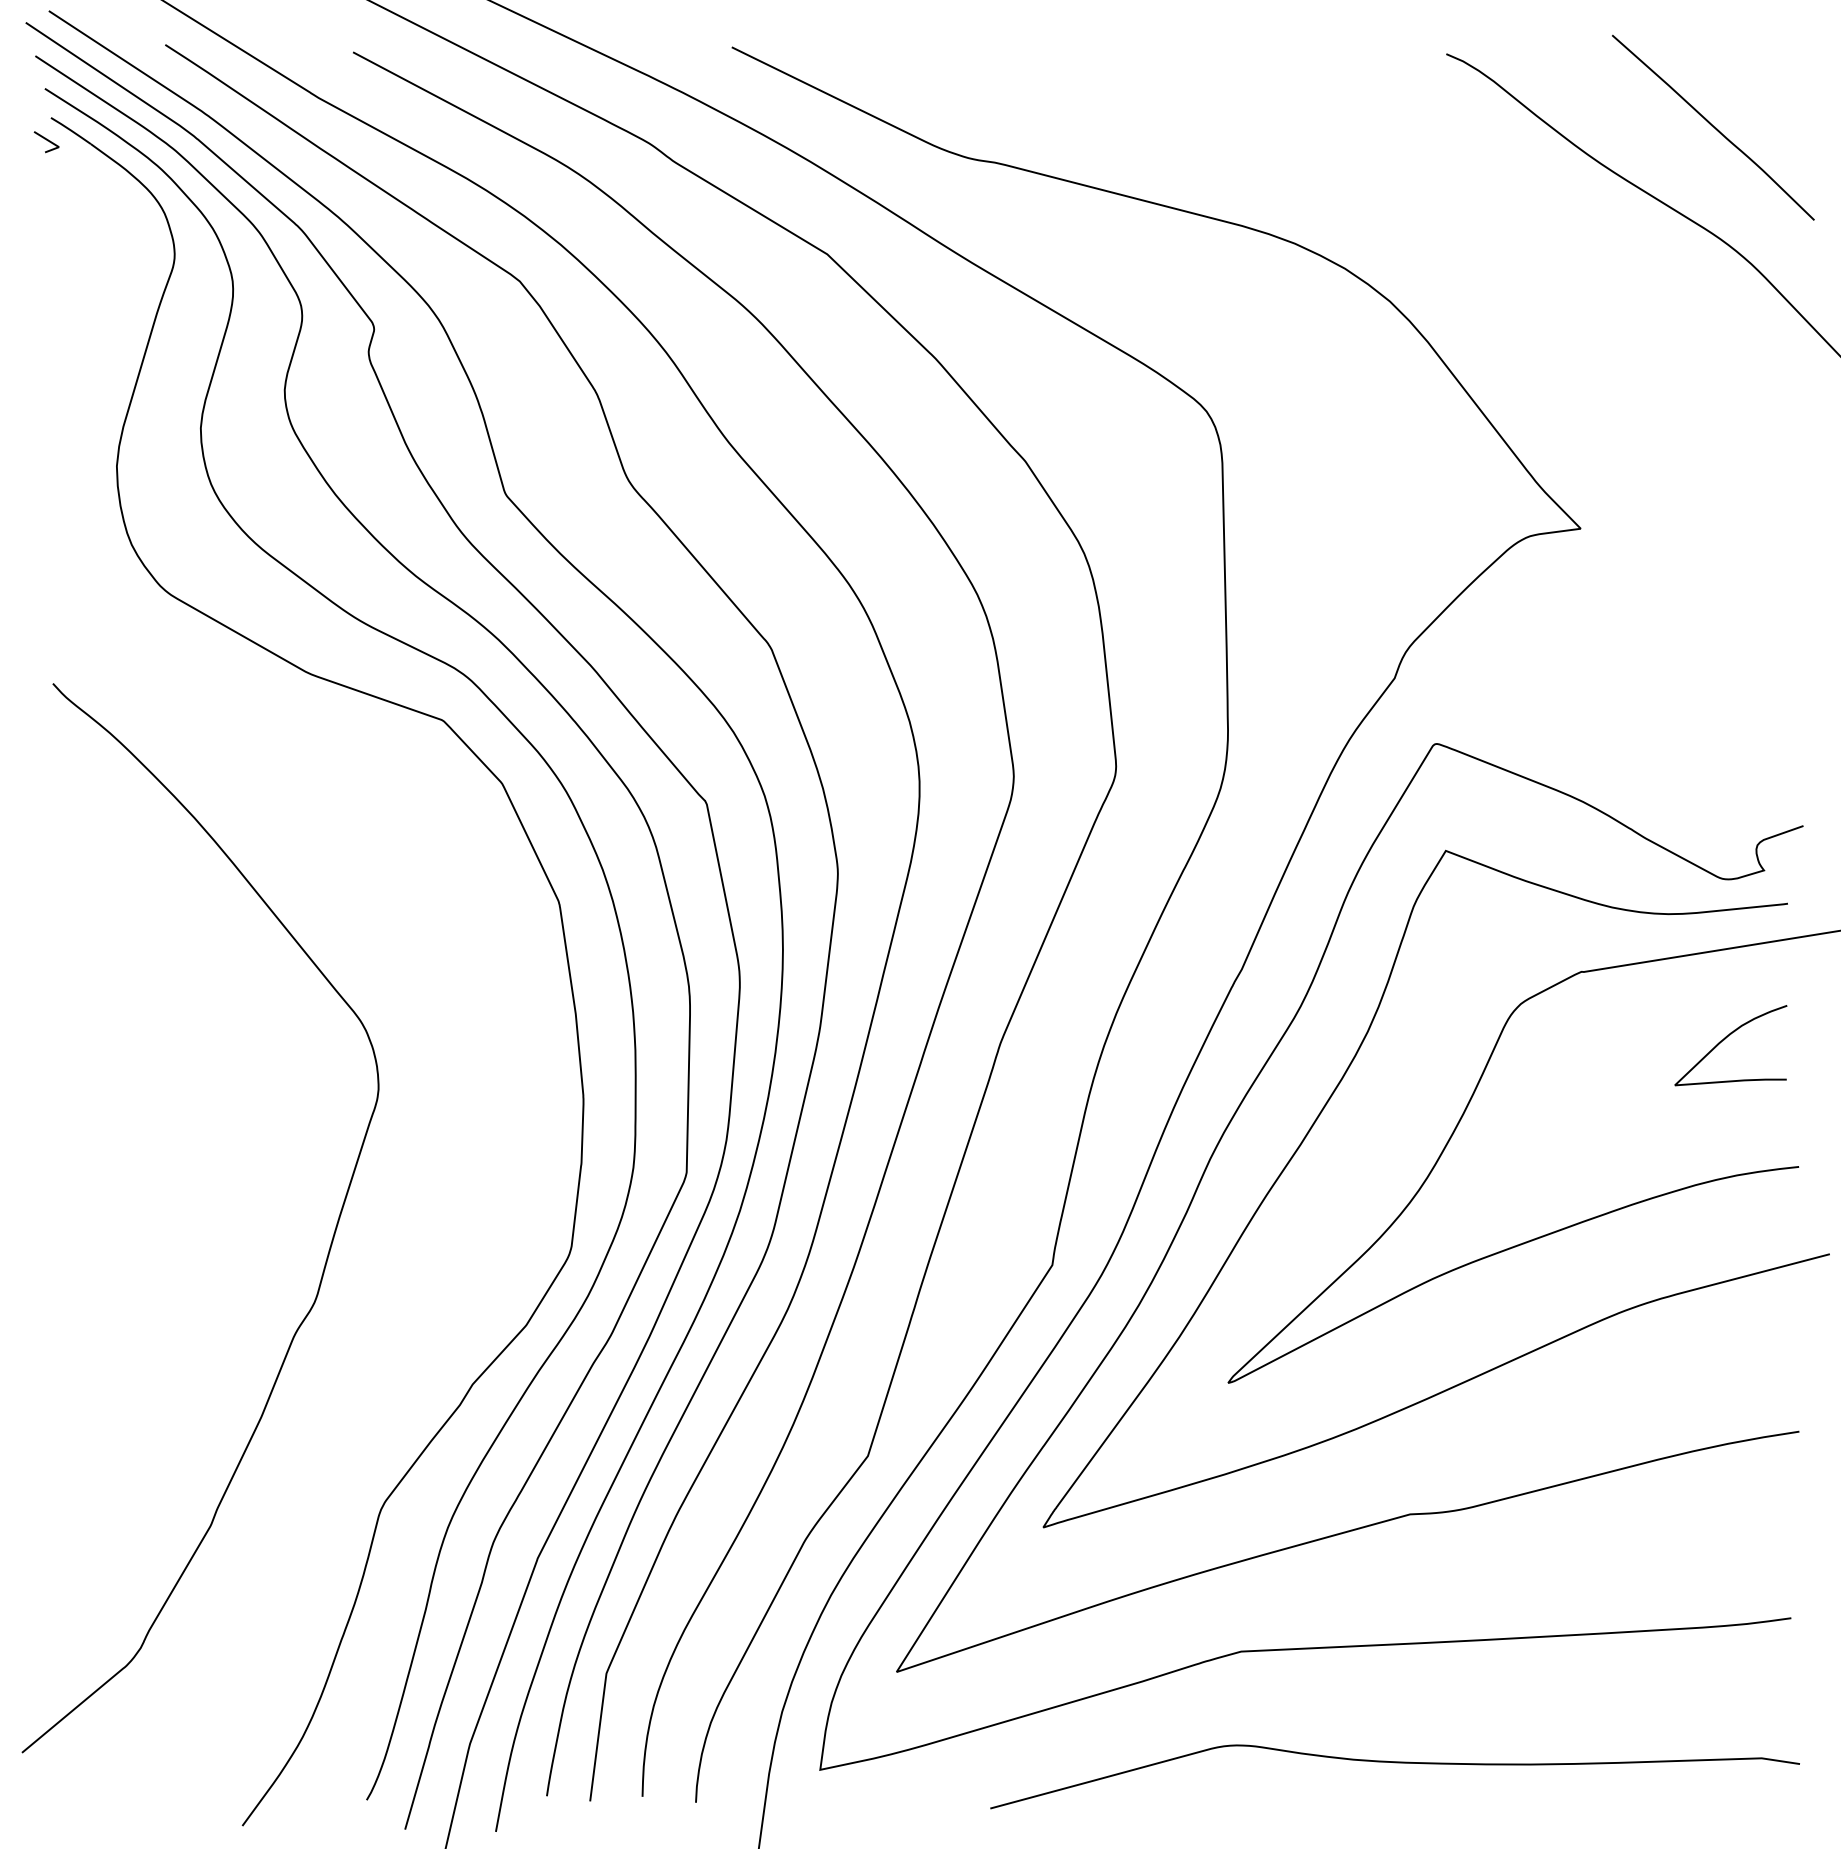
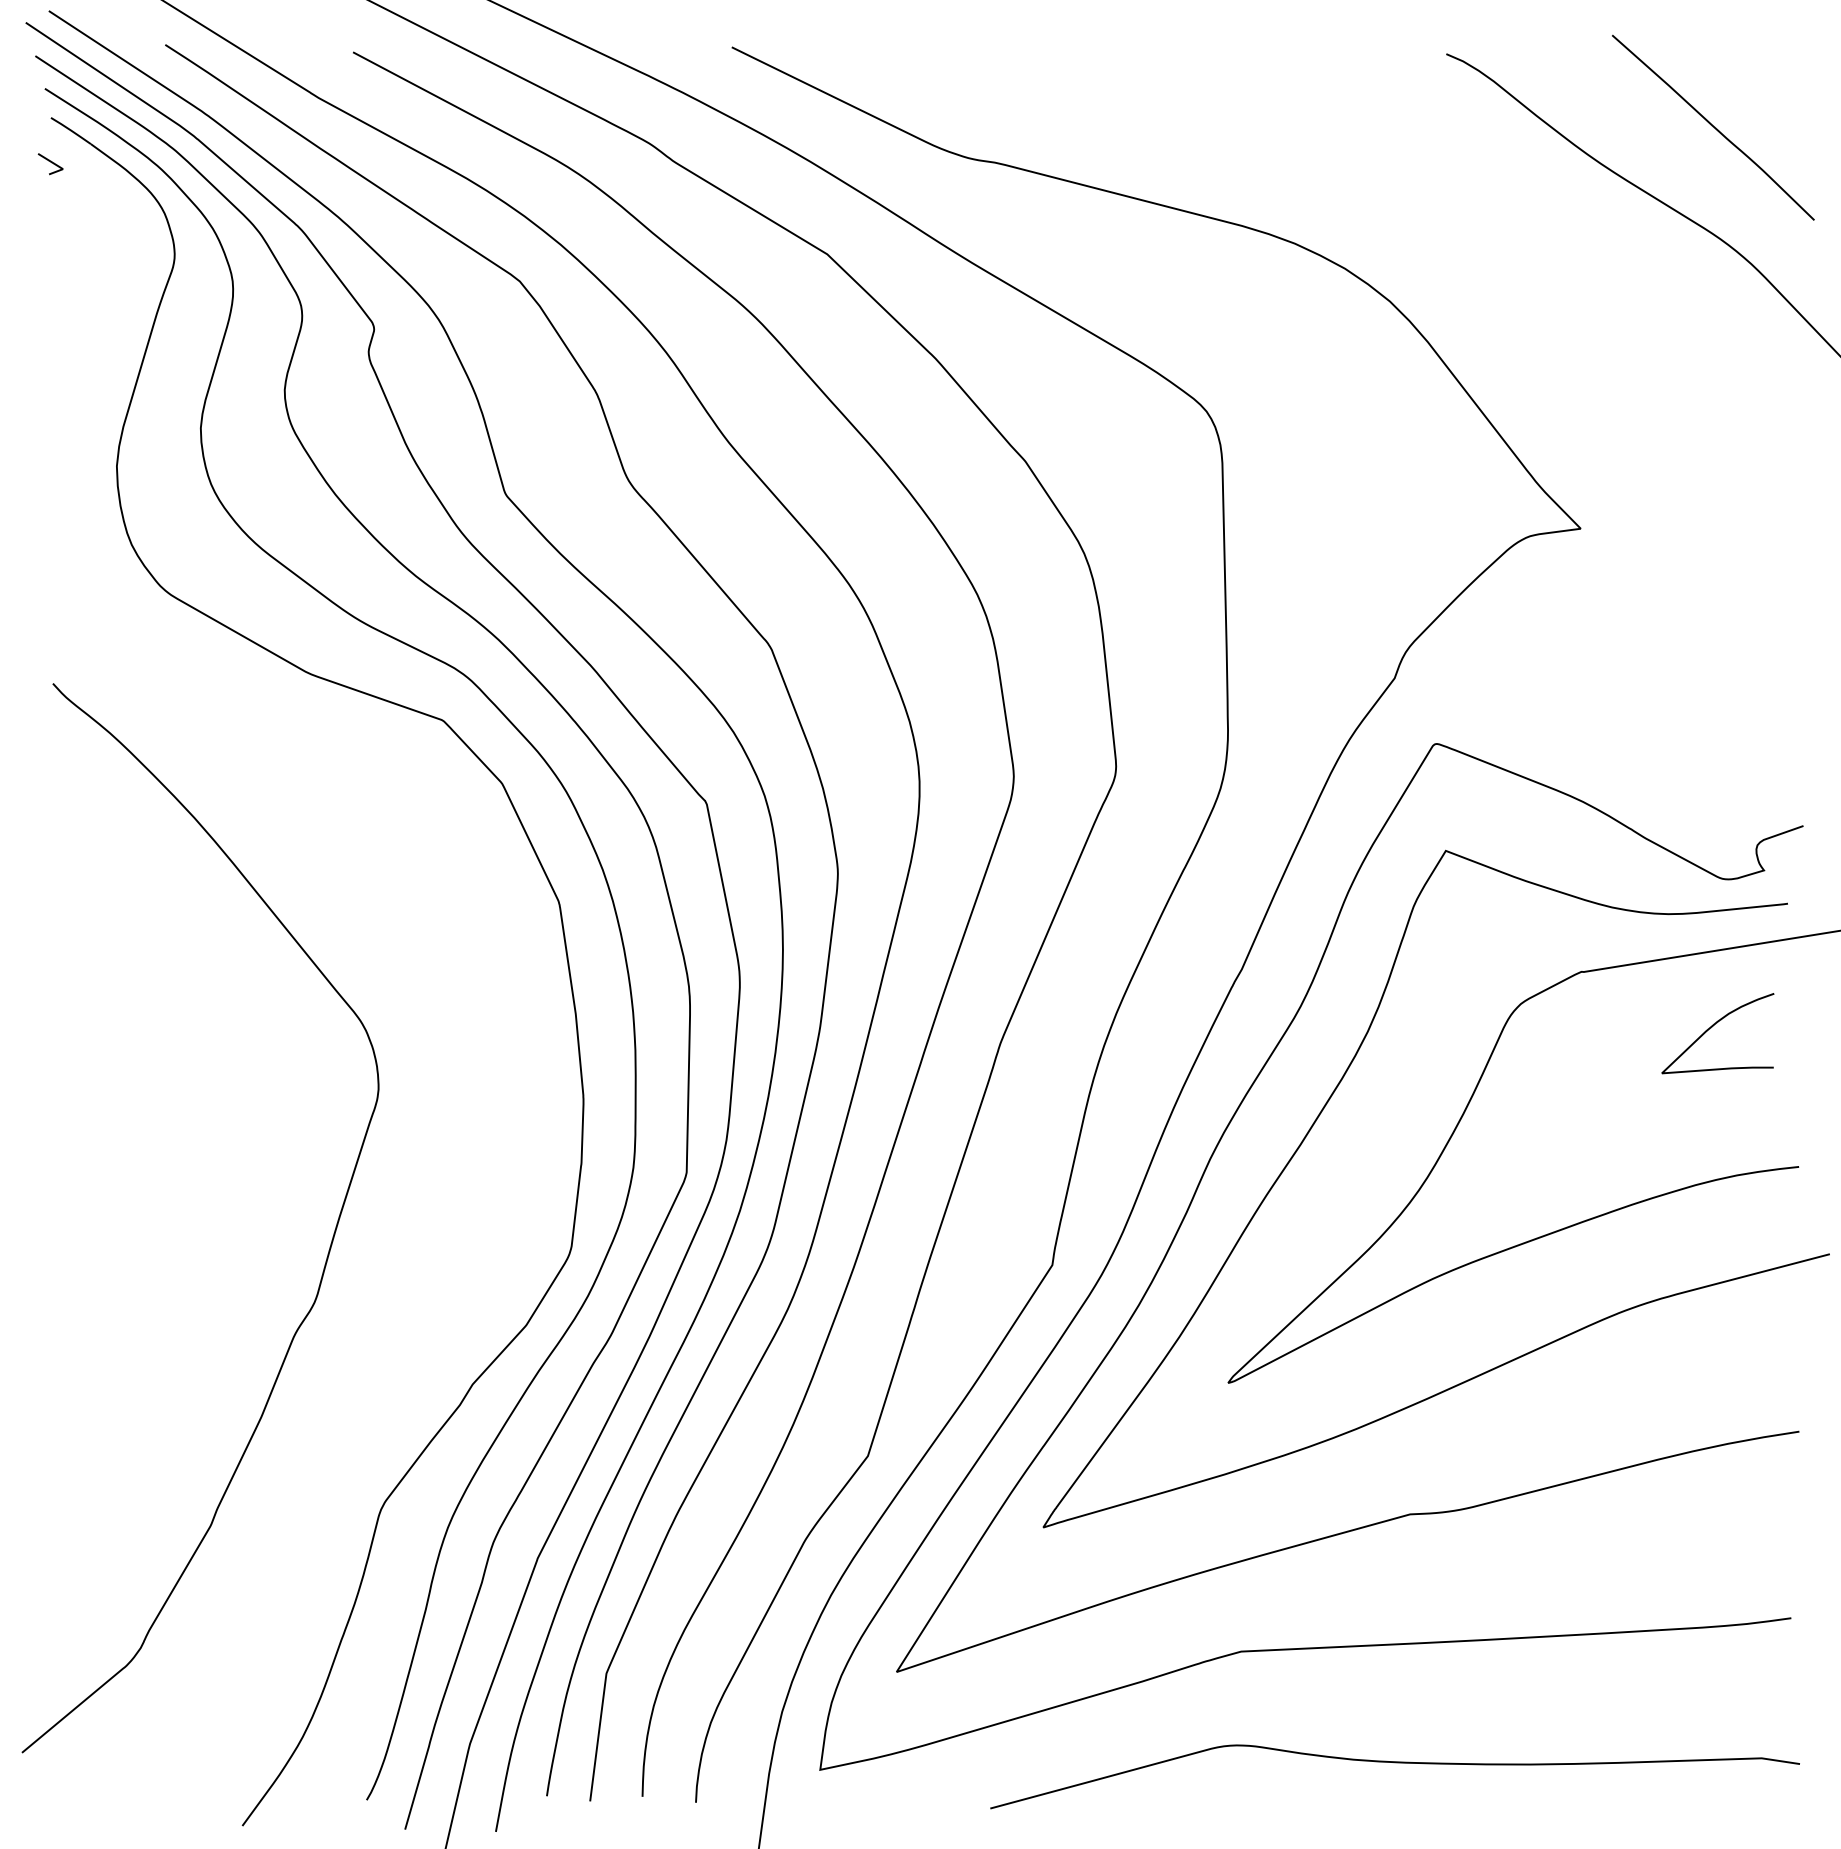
line at (47, 141) position: (47, 141) -> (51, 163)
curve at (1725, 1039) position: (1725, 1039) -> (1712, 1027)
